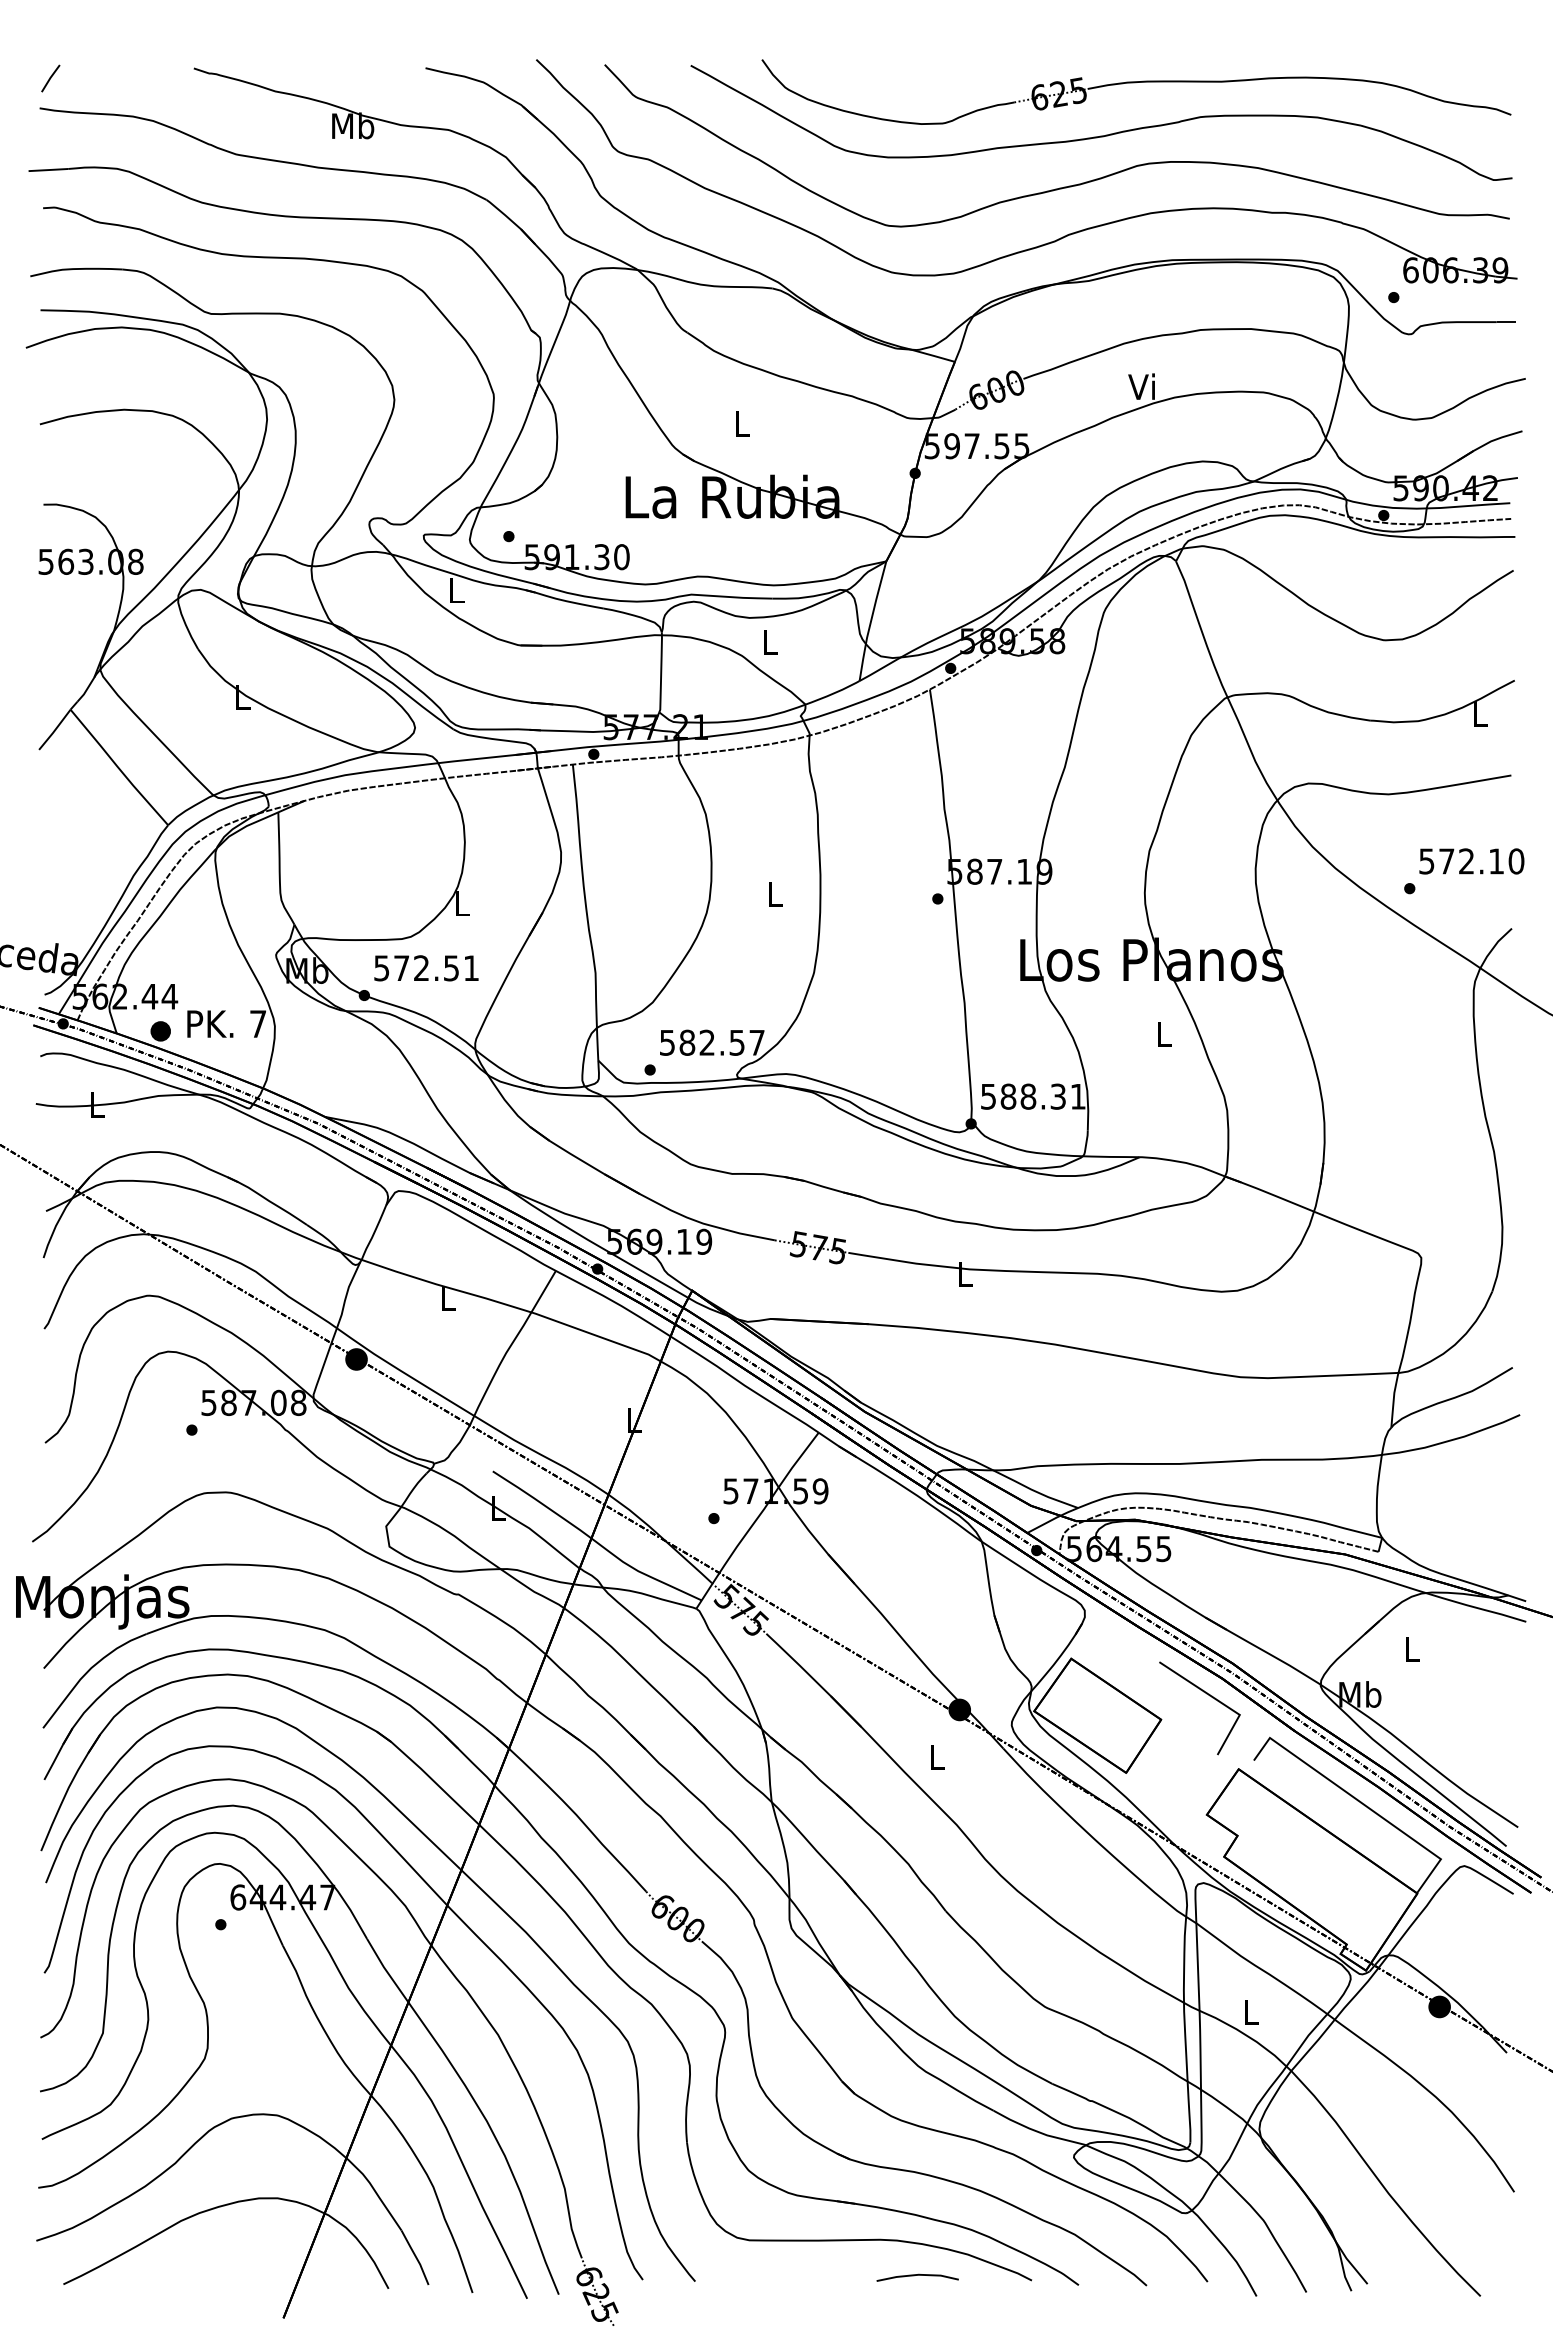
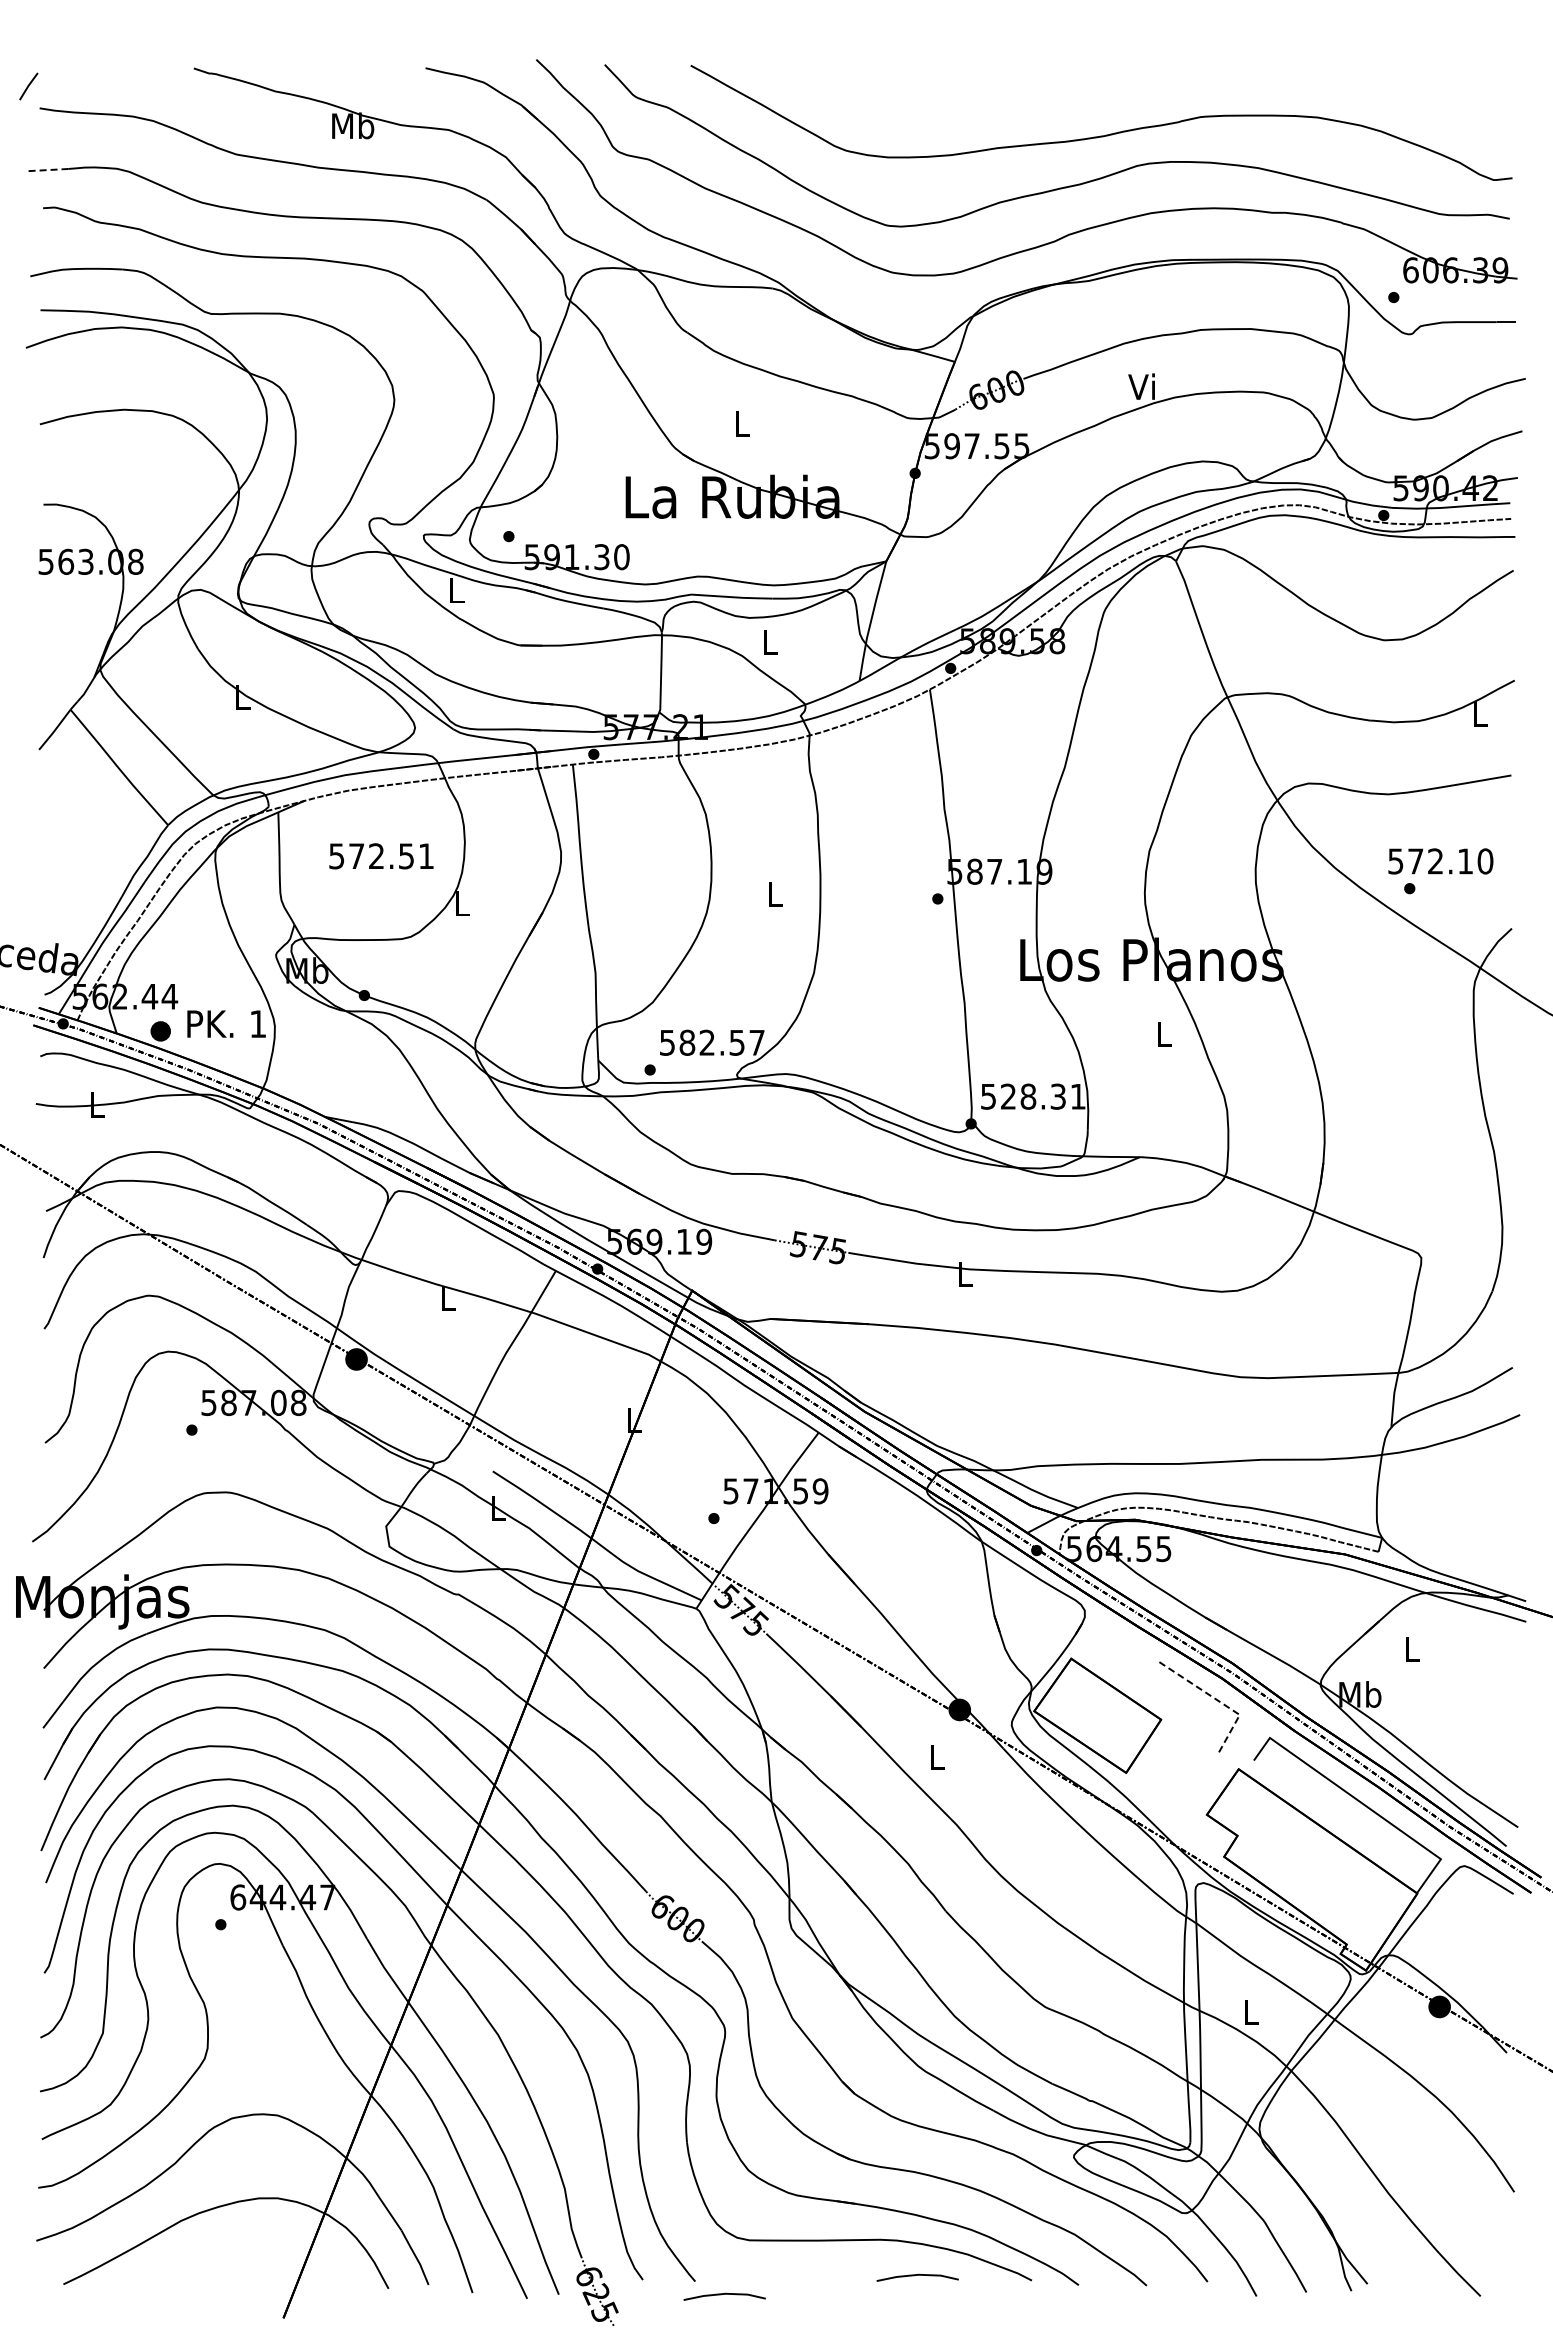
line at (50, 78) position: (50, 78) -> (28, 86)
part at (1135, 83): present -> none
line at (48, 170): solid -> dashed
text at (1471, 861) position: (1471, 861) -> (1440, 861)
text at (426, 968) position: (426, 968) -> (381, 856)
text at (258, 1023): 7 -> 1
text at (1008, 1096): 588.31 -> 528.31
line at (1219, 1701): solid -> dashed
line at (724, 2294): none -> present
